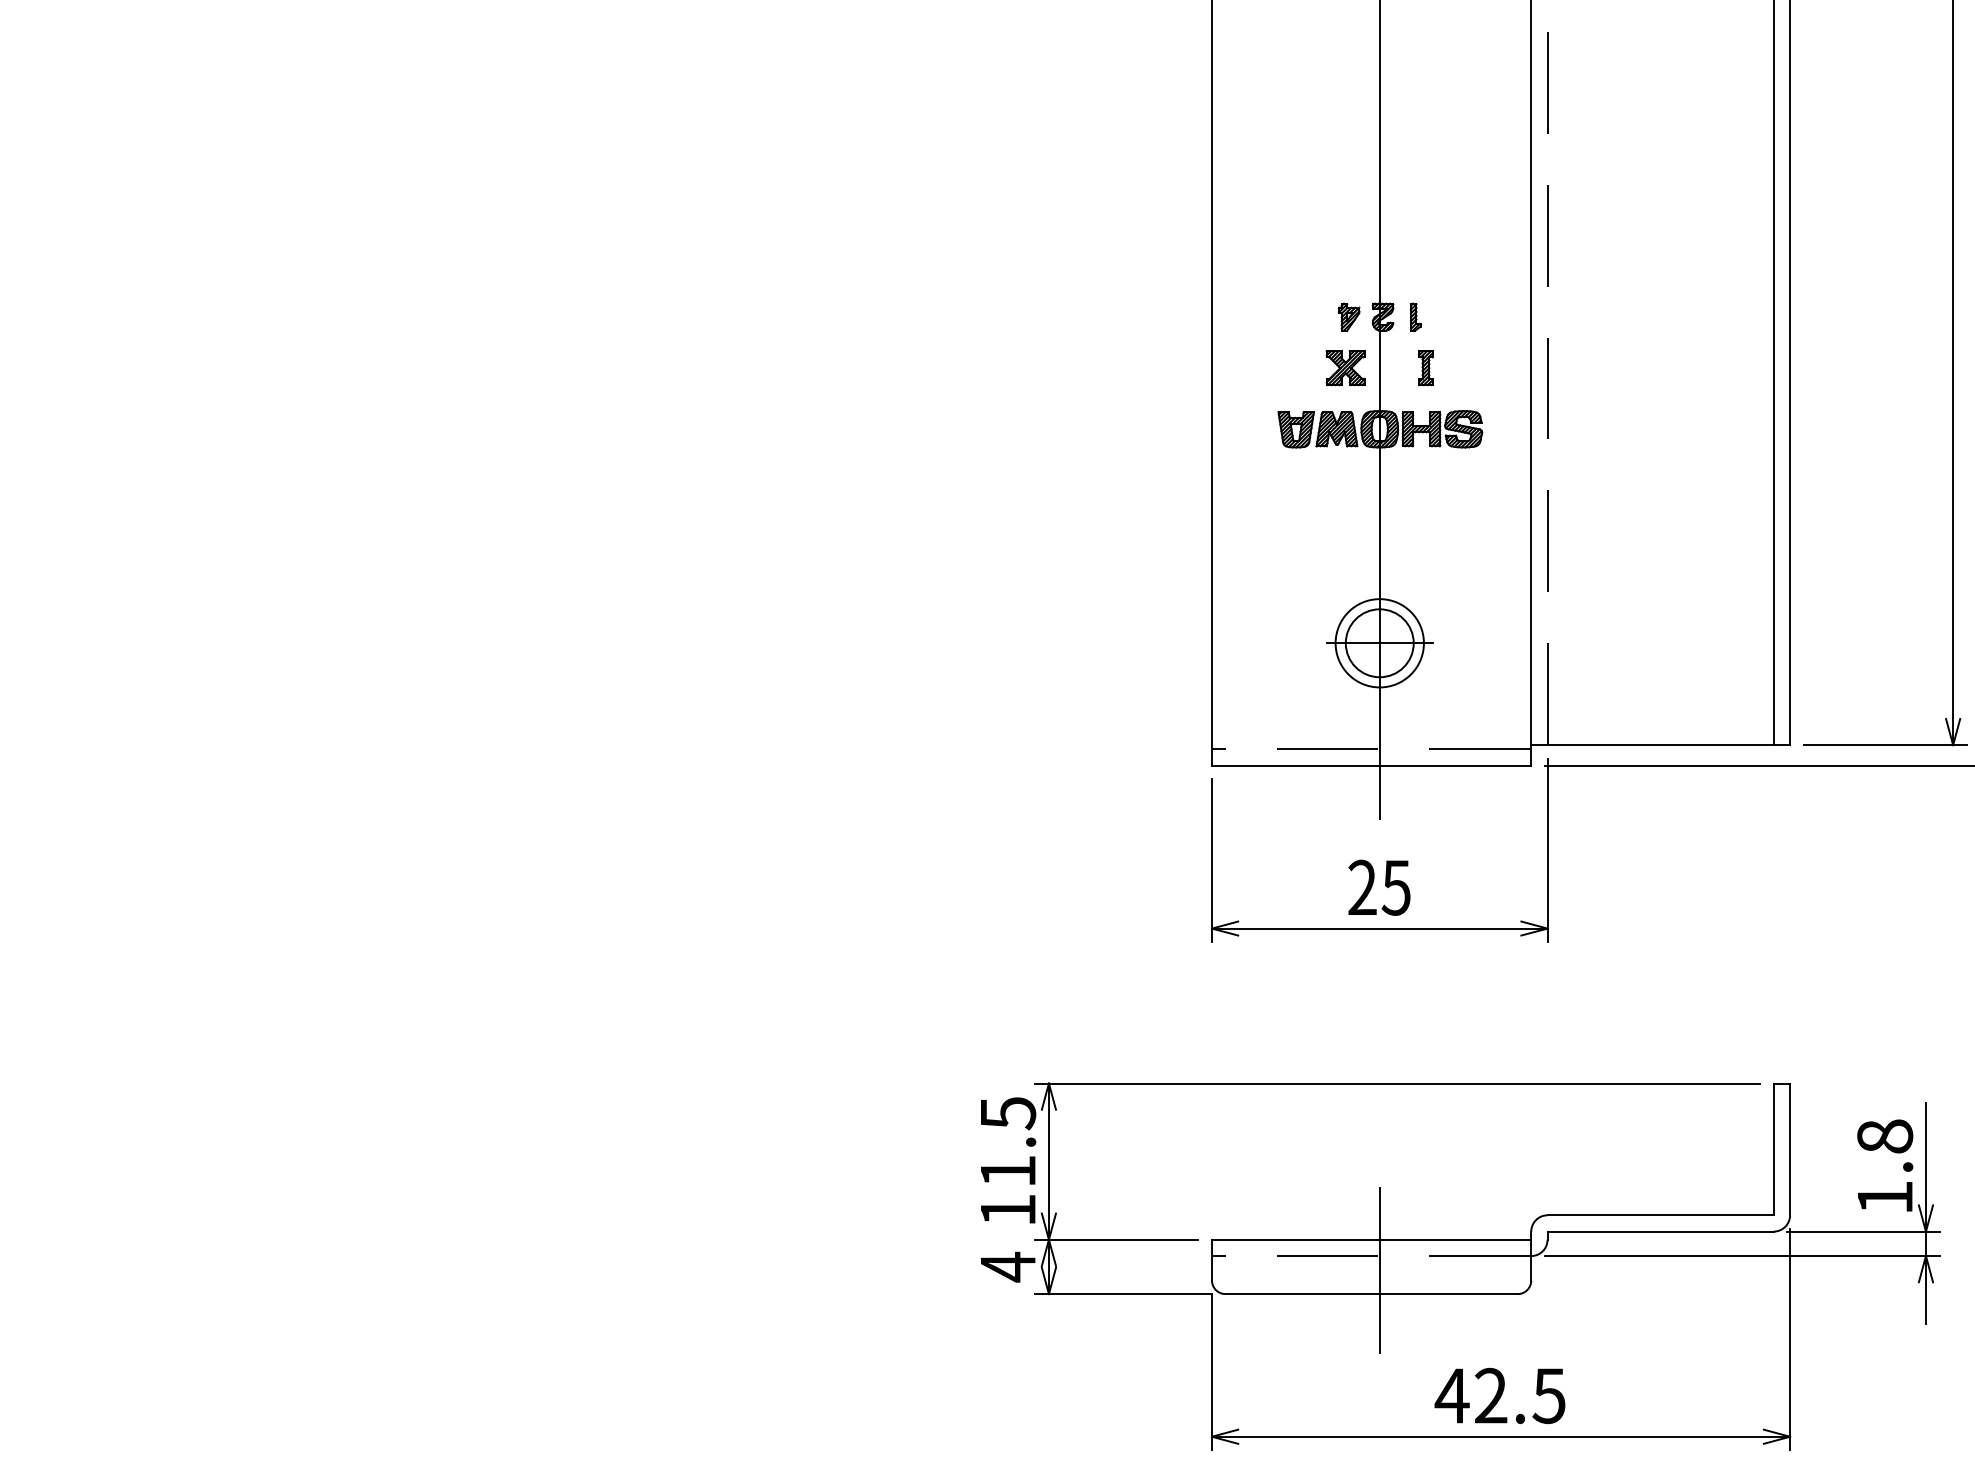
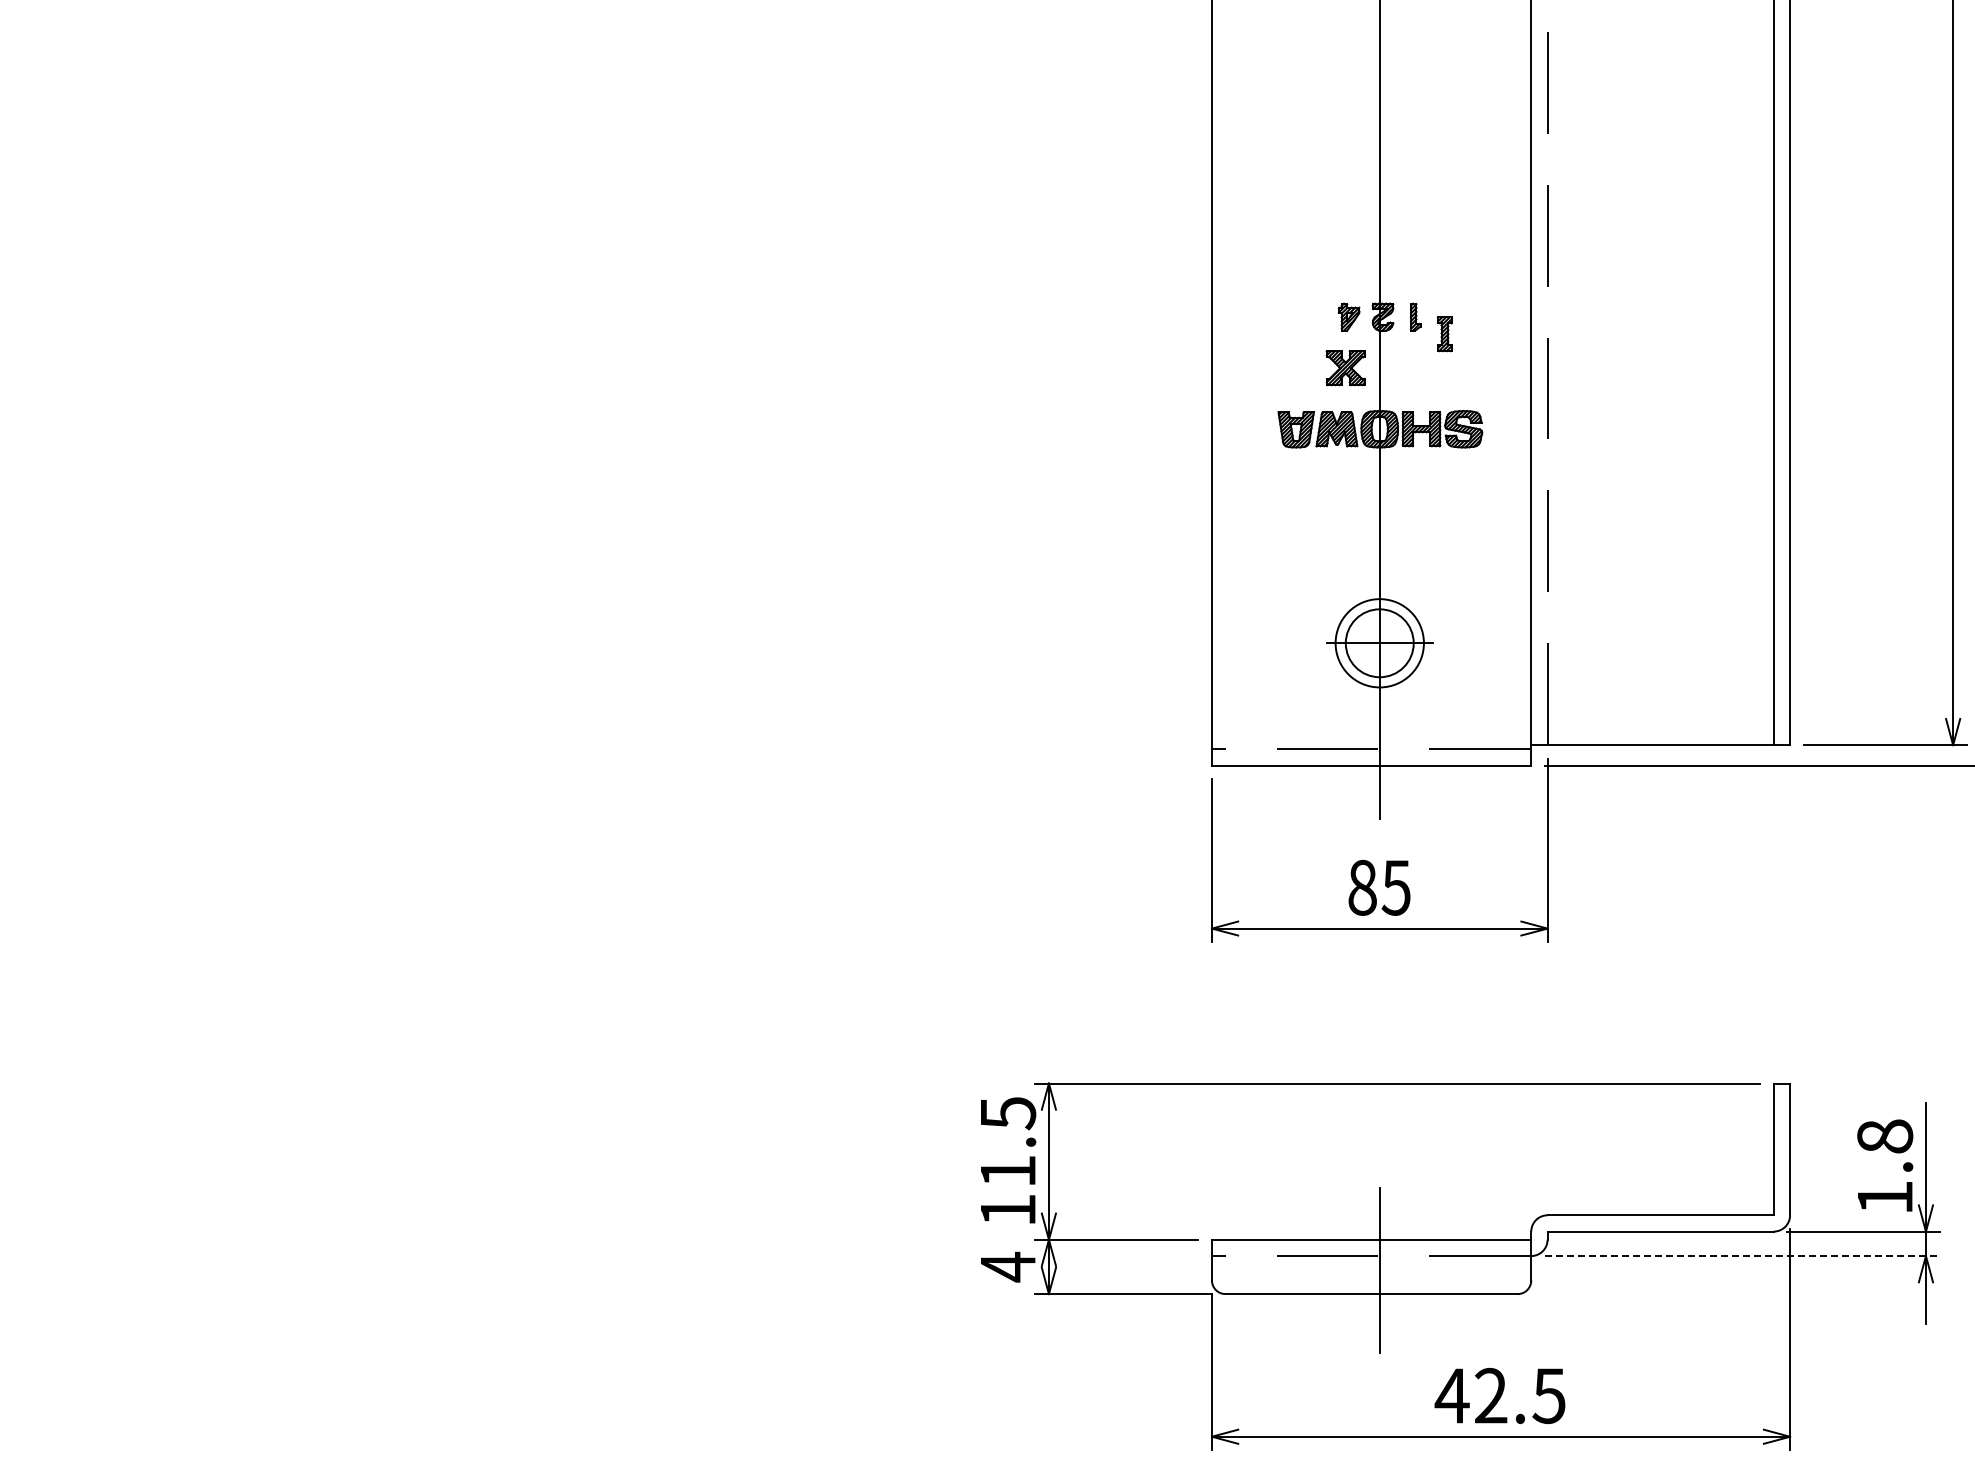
part at (1425, 368) position: (1425, 368) -> (1444, 334)
text at (1362, 887): 25 -> 85
line at (1742, 1256): solid -> dashed
